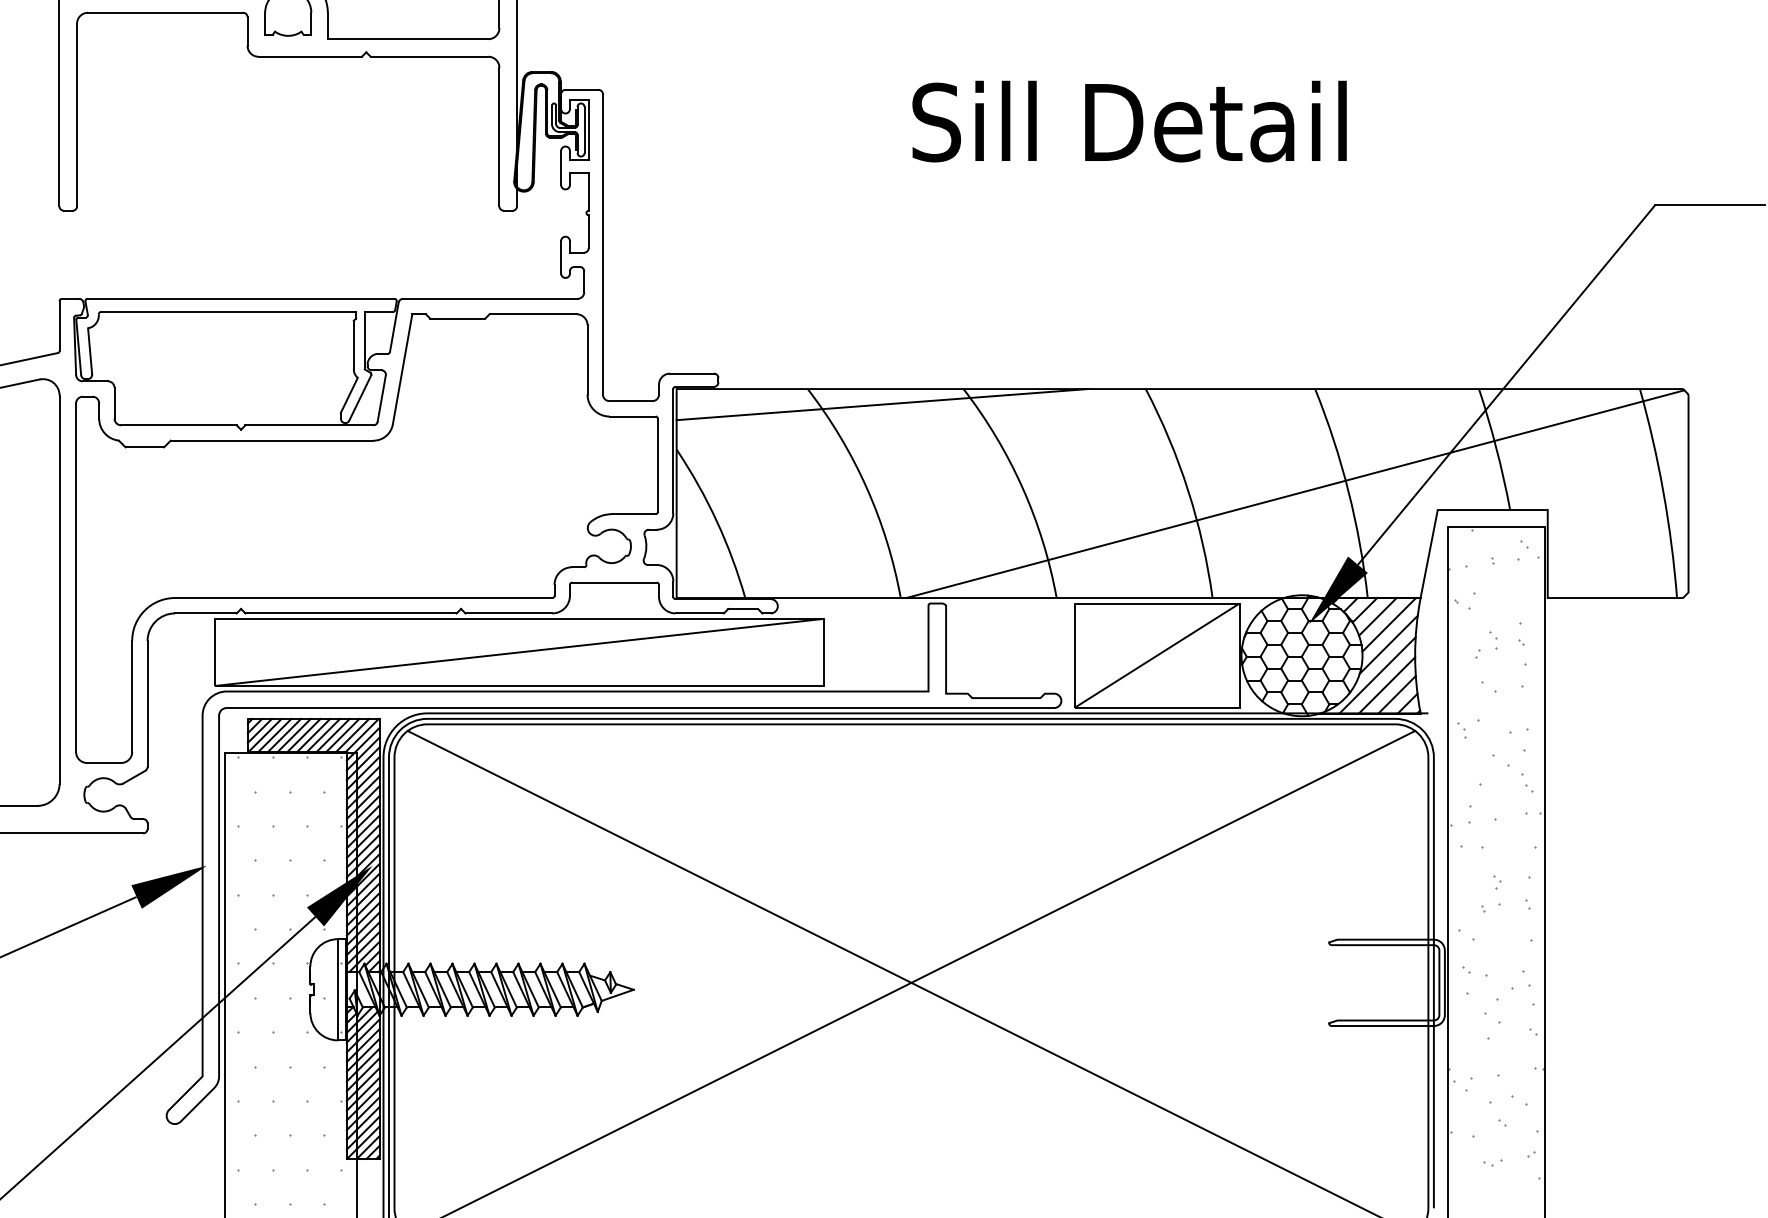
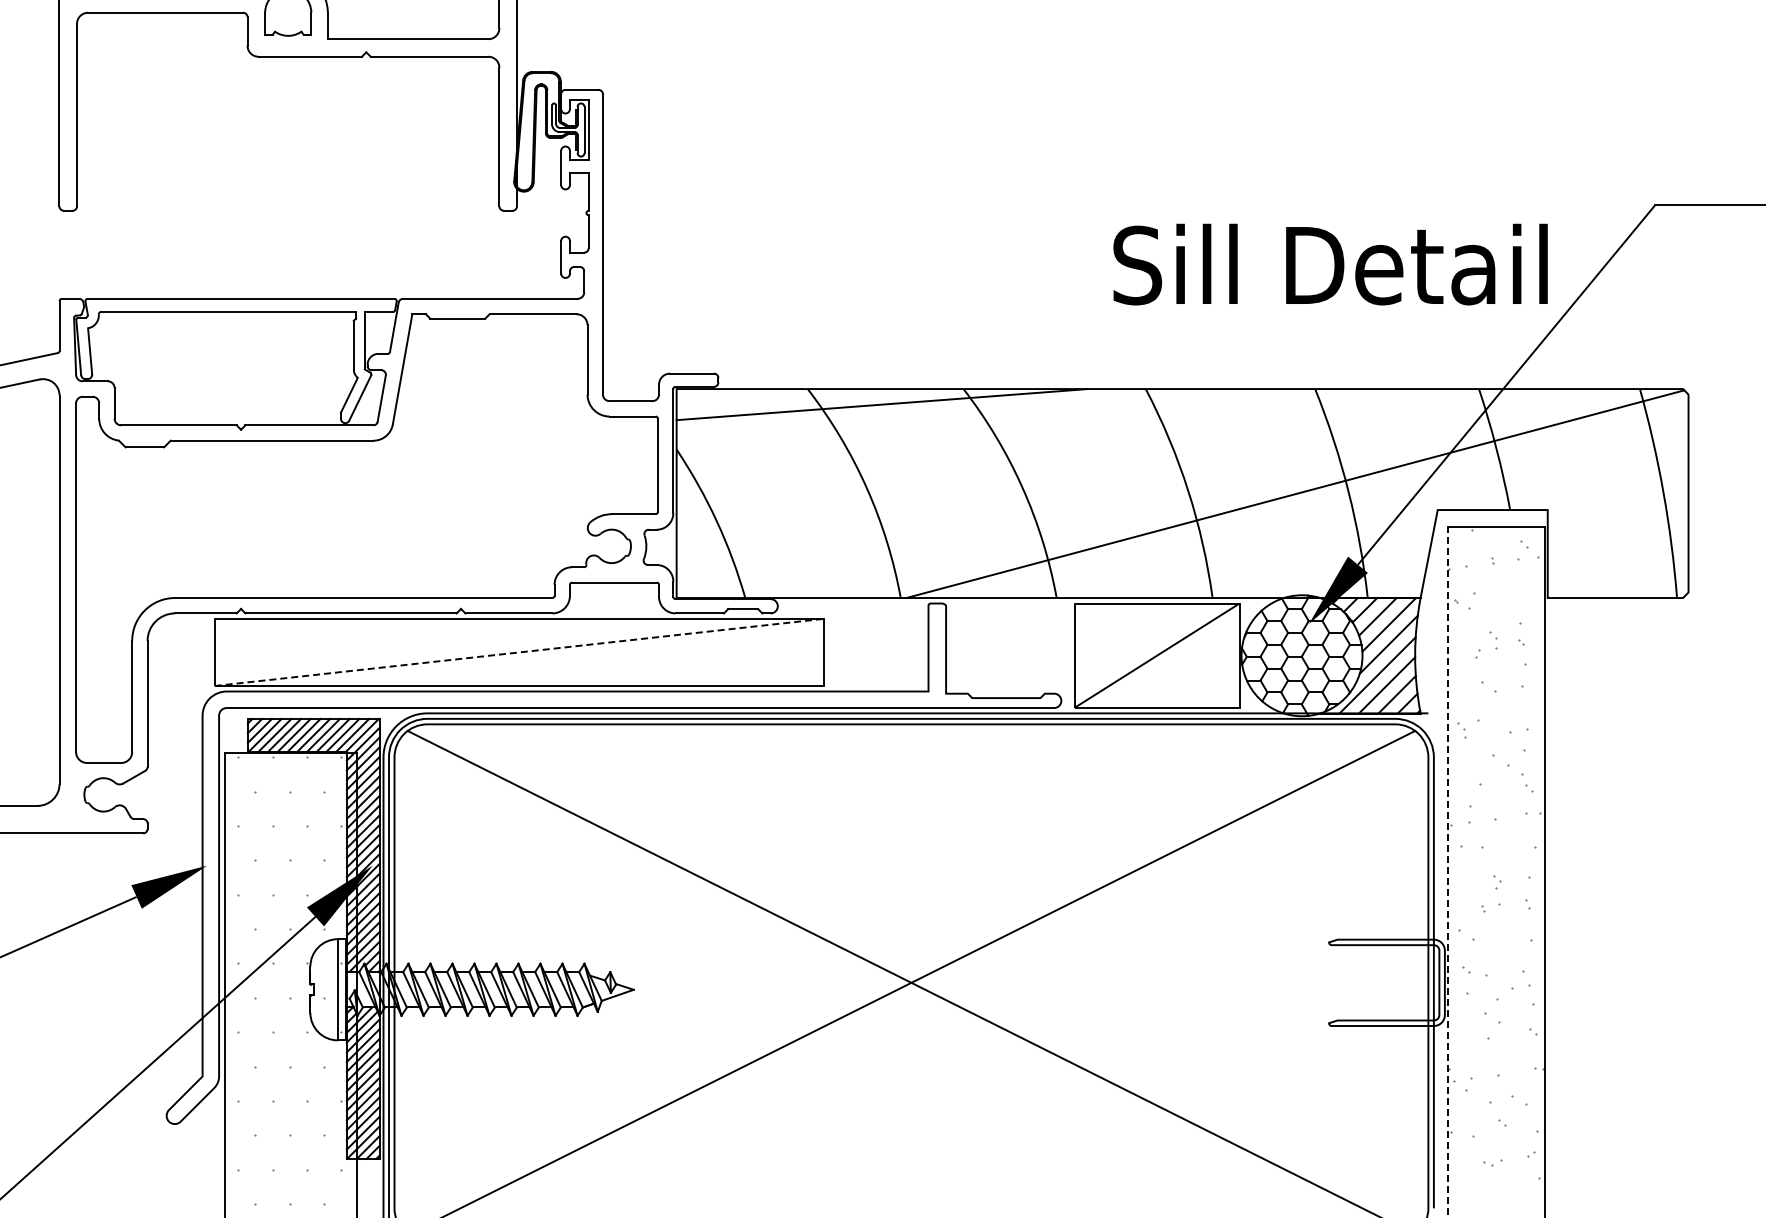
text at (1129, 121) position: (1129, 121) -> (1330, 264)
line at (519, 652): solid -> dashed
line at (1448, 871): solid -> dashed
